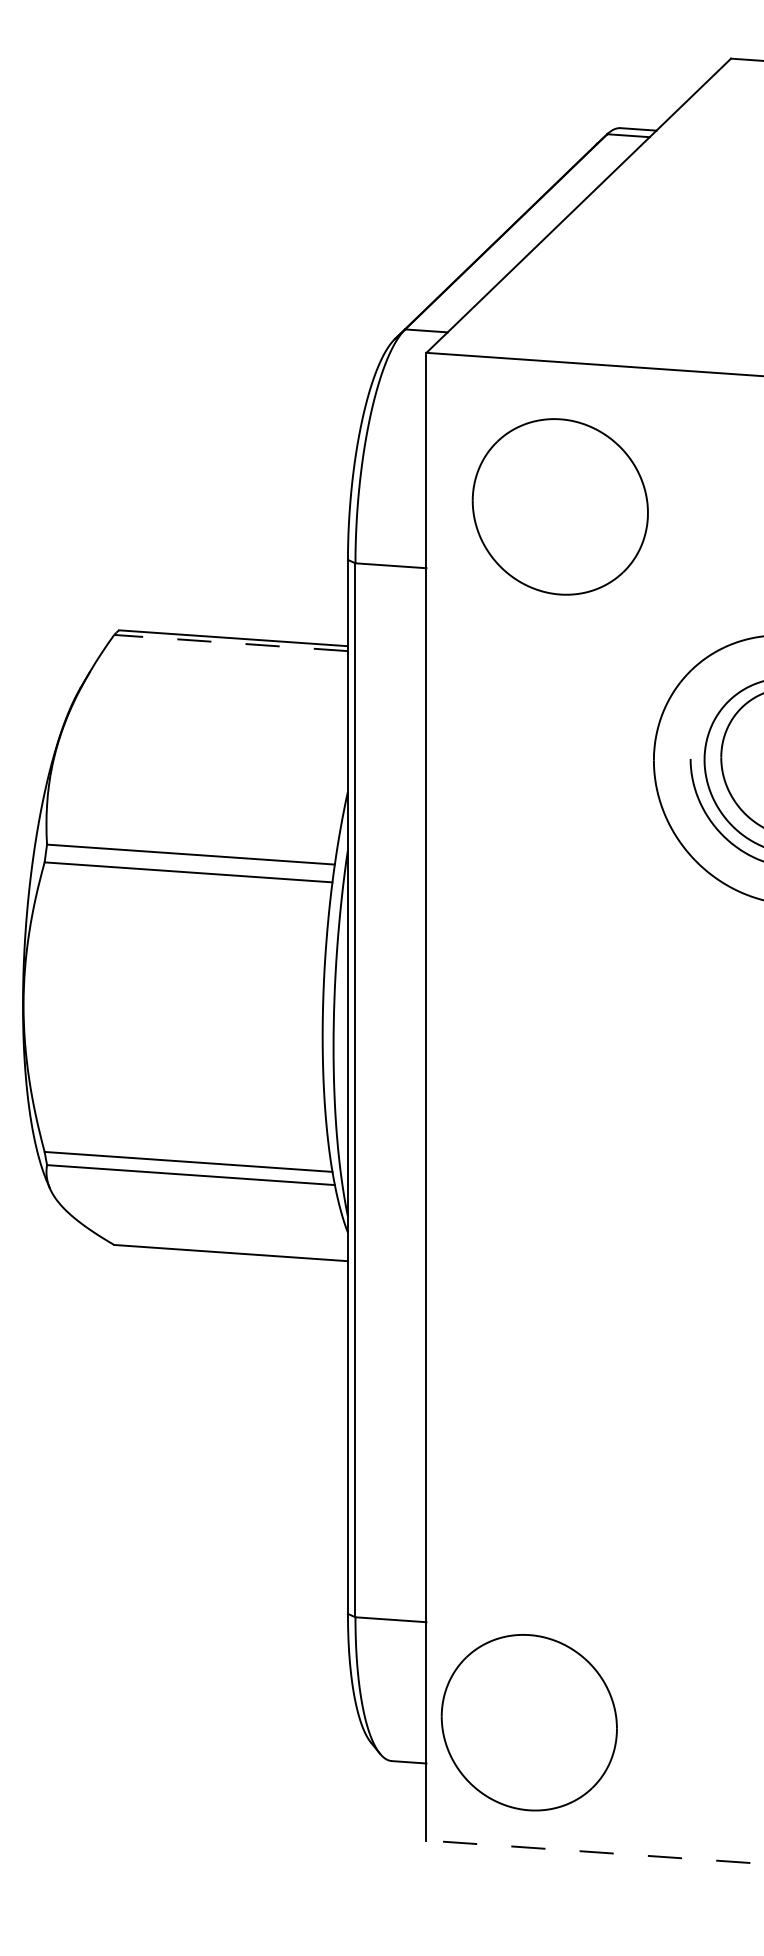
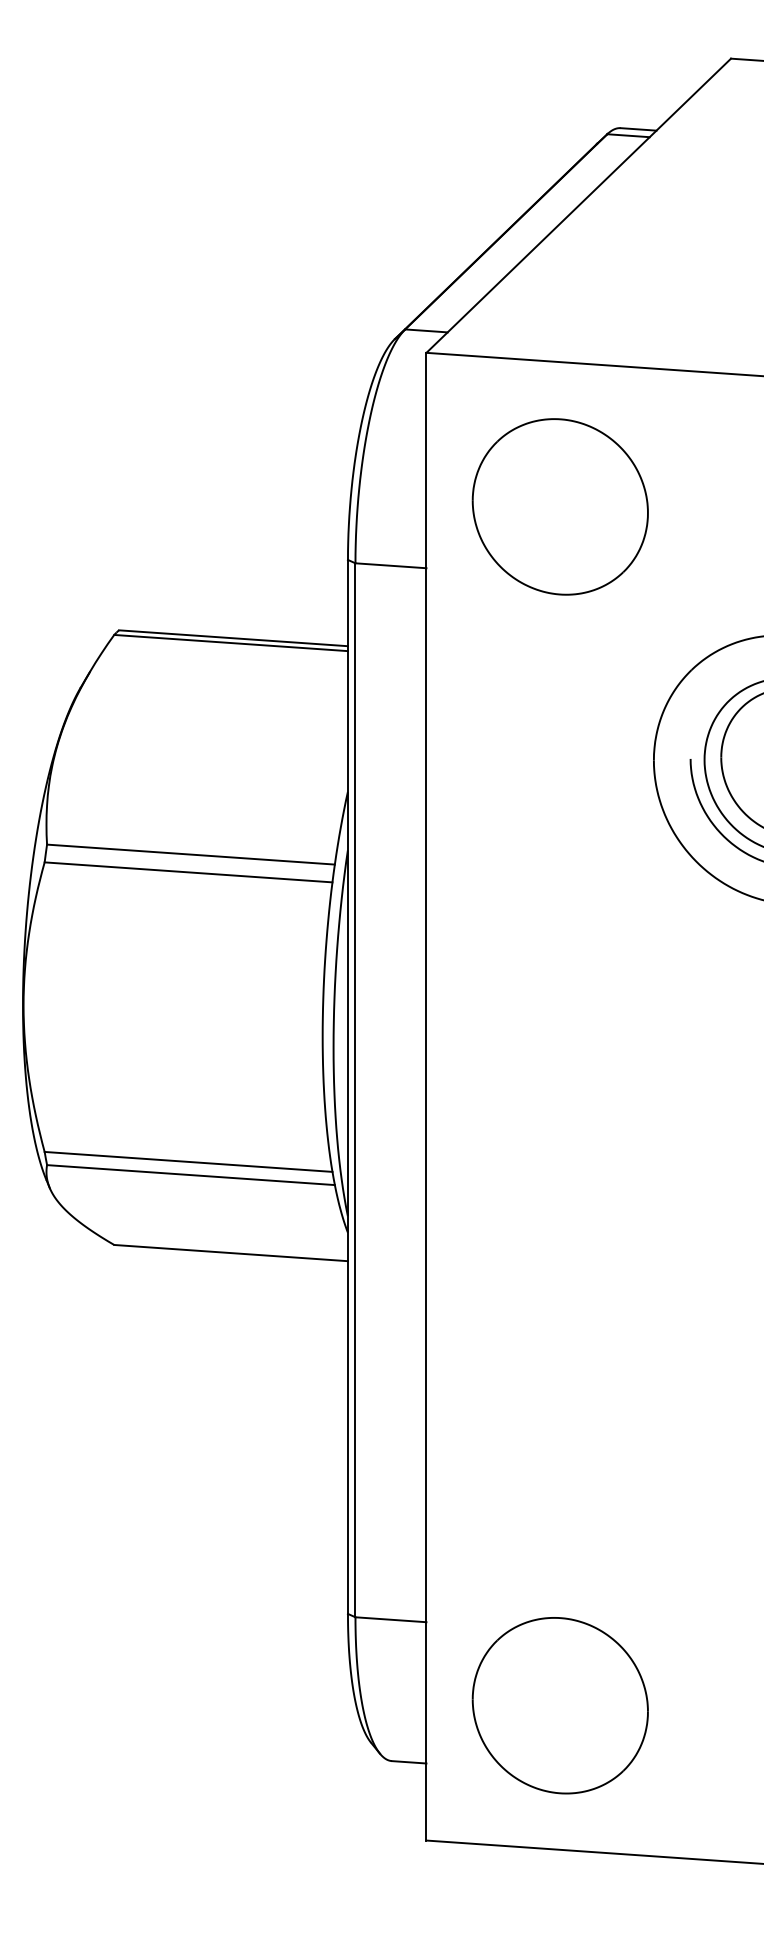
line at (230, 643): dashed -> solid
part at (528, 1722) position: (528, 1722) -> (559, 1705)
line at (595, 1852): dashed -> solid
